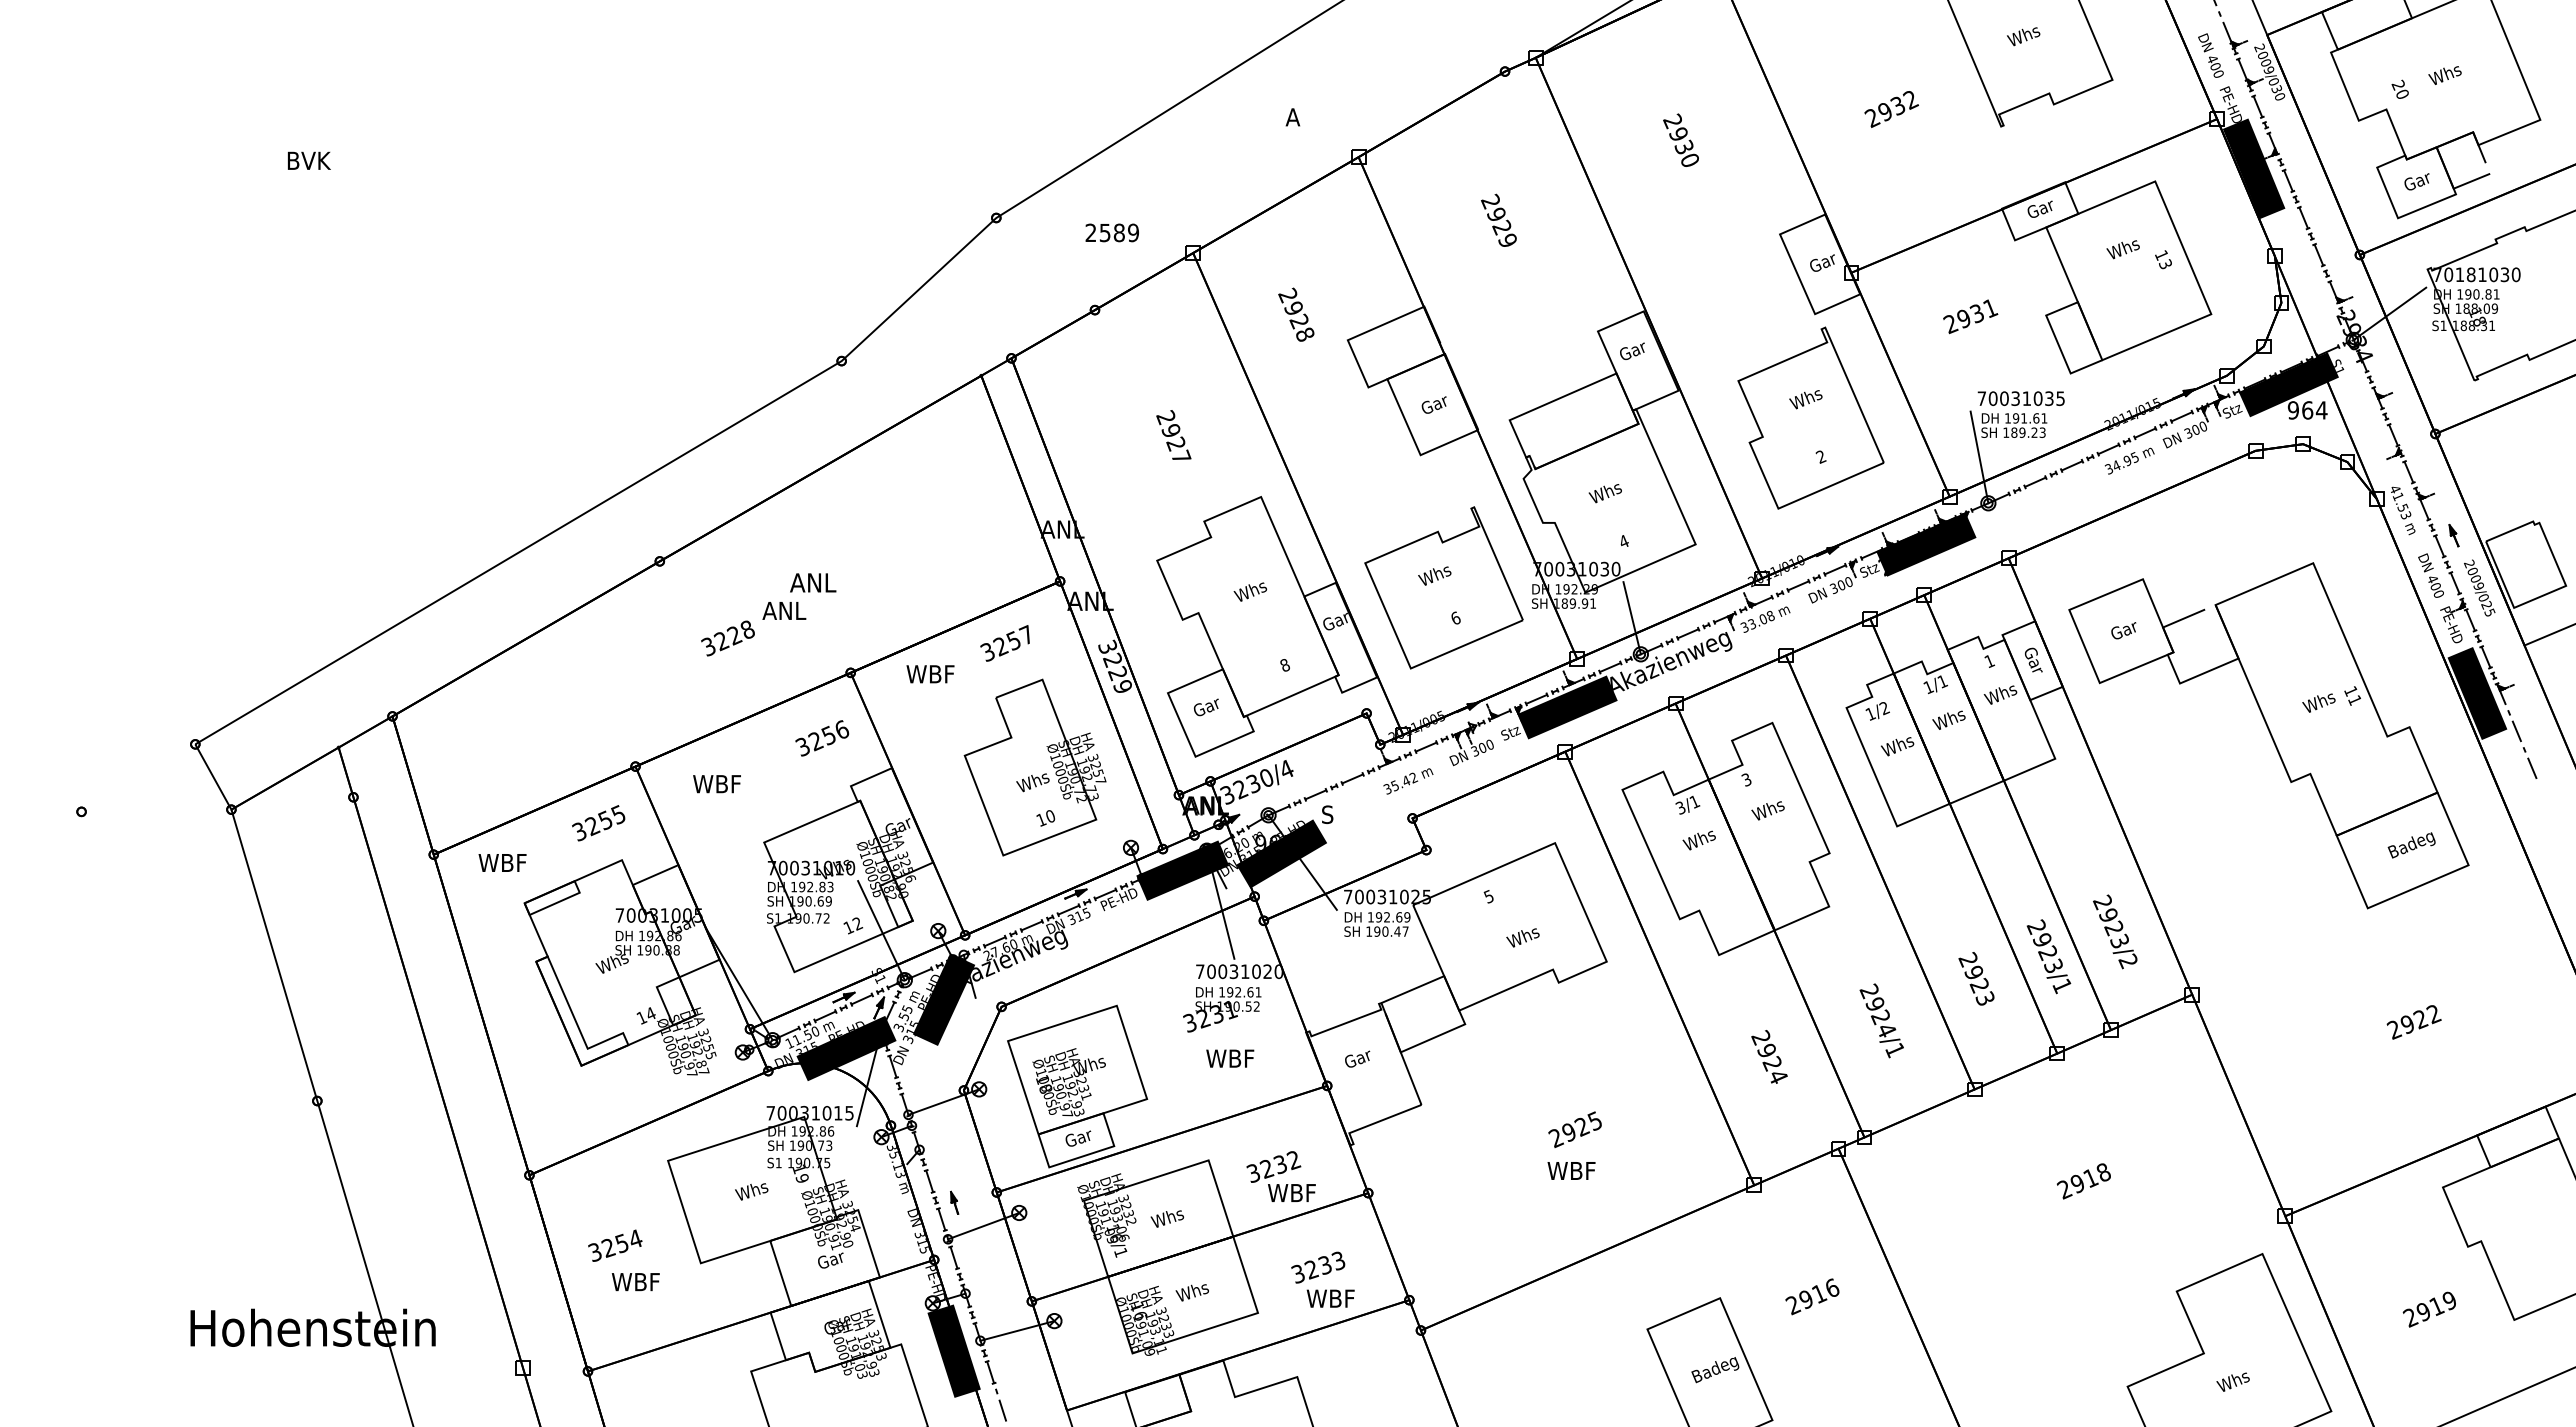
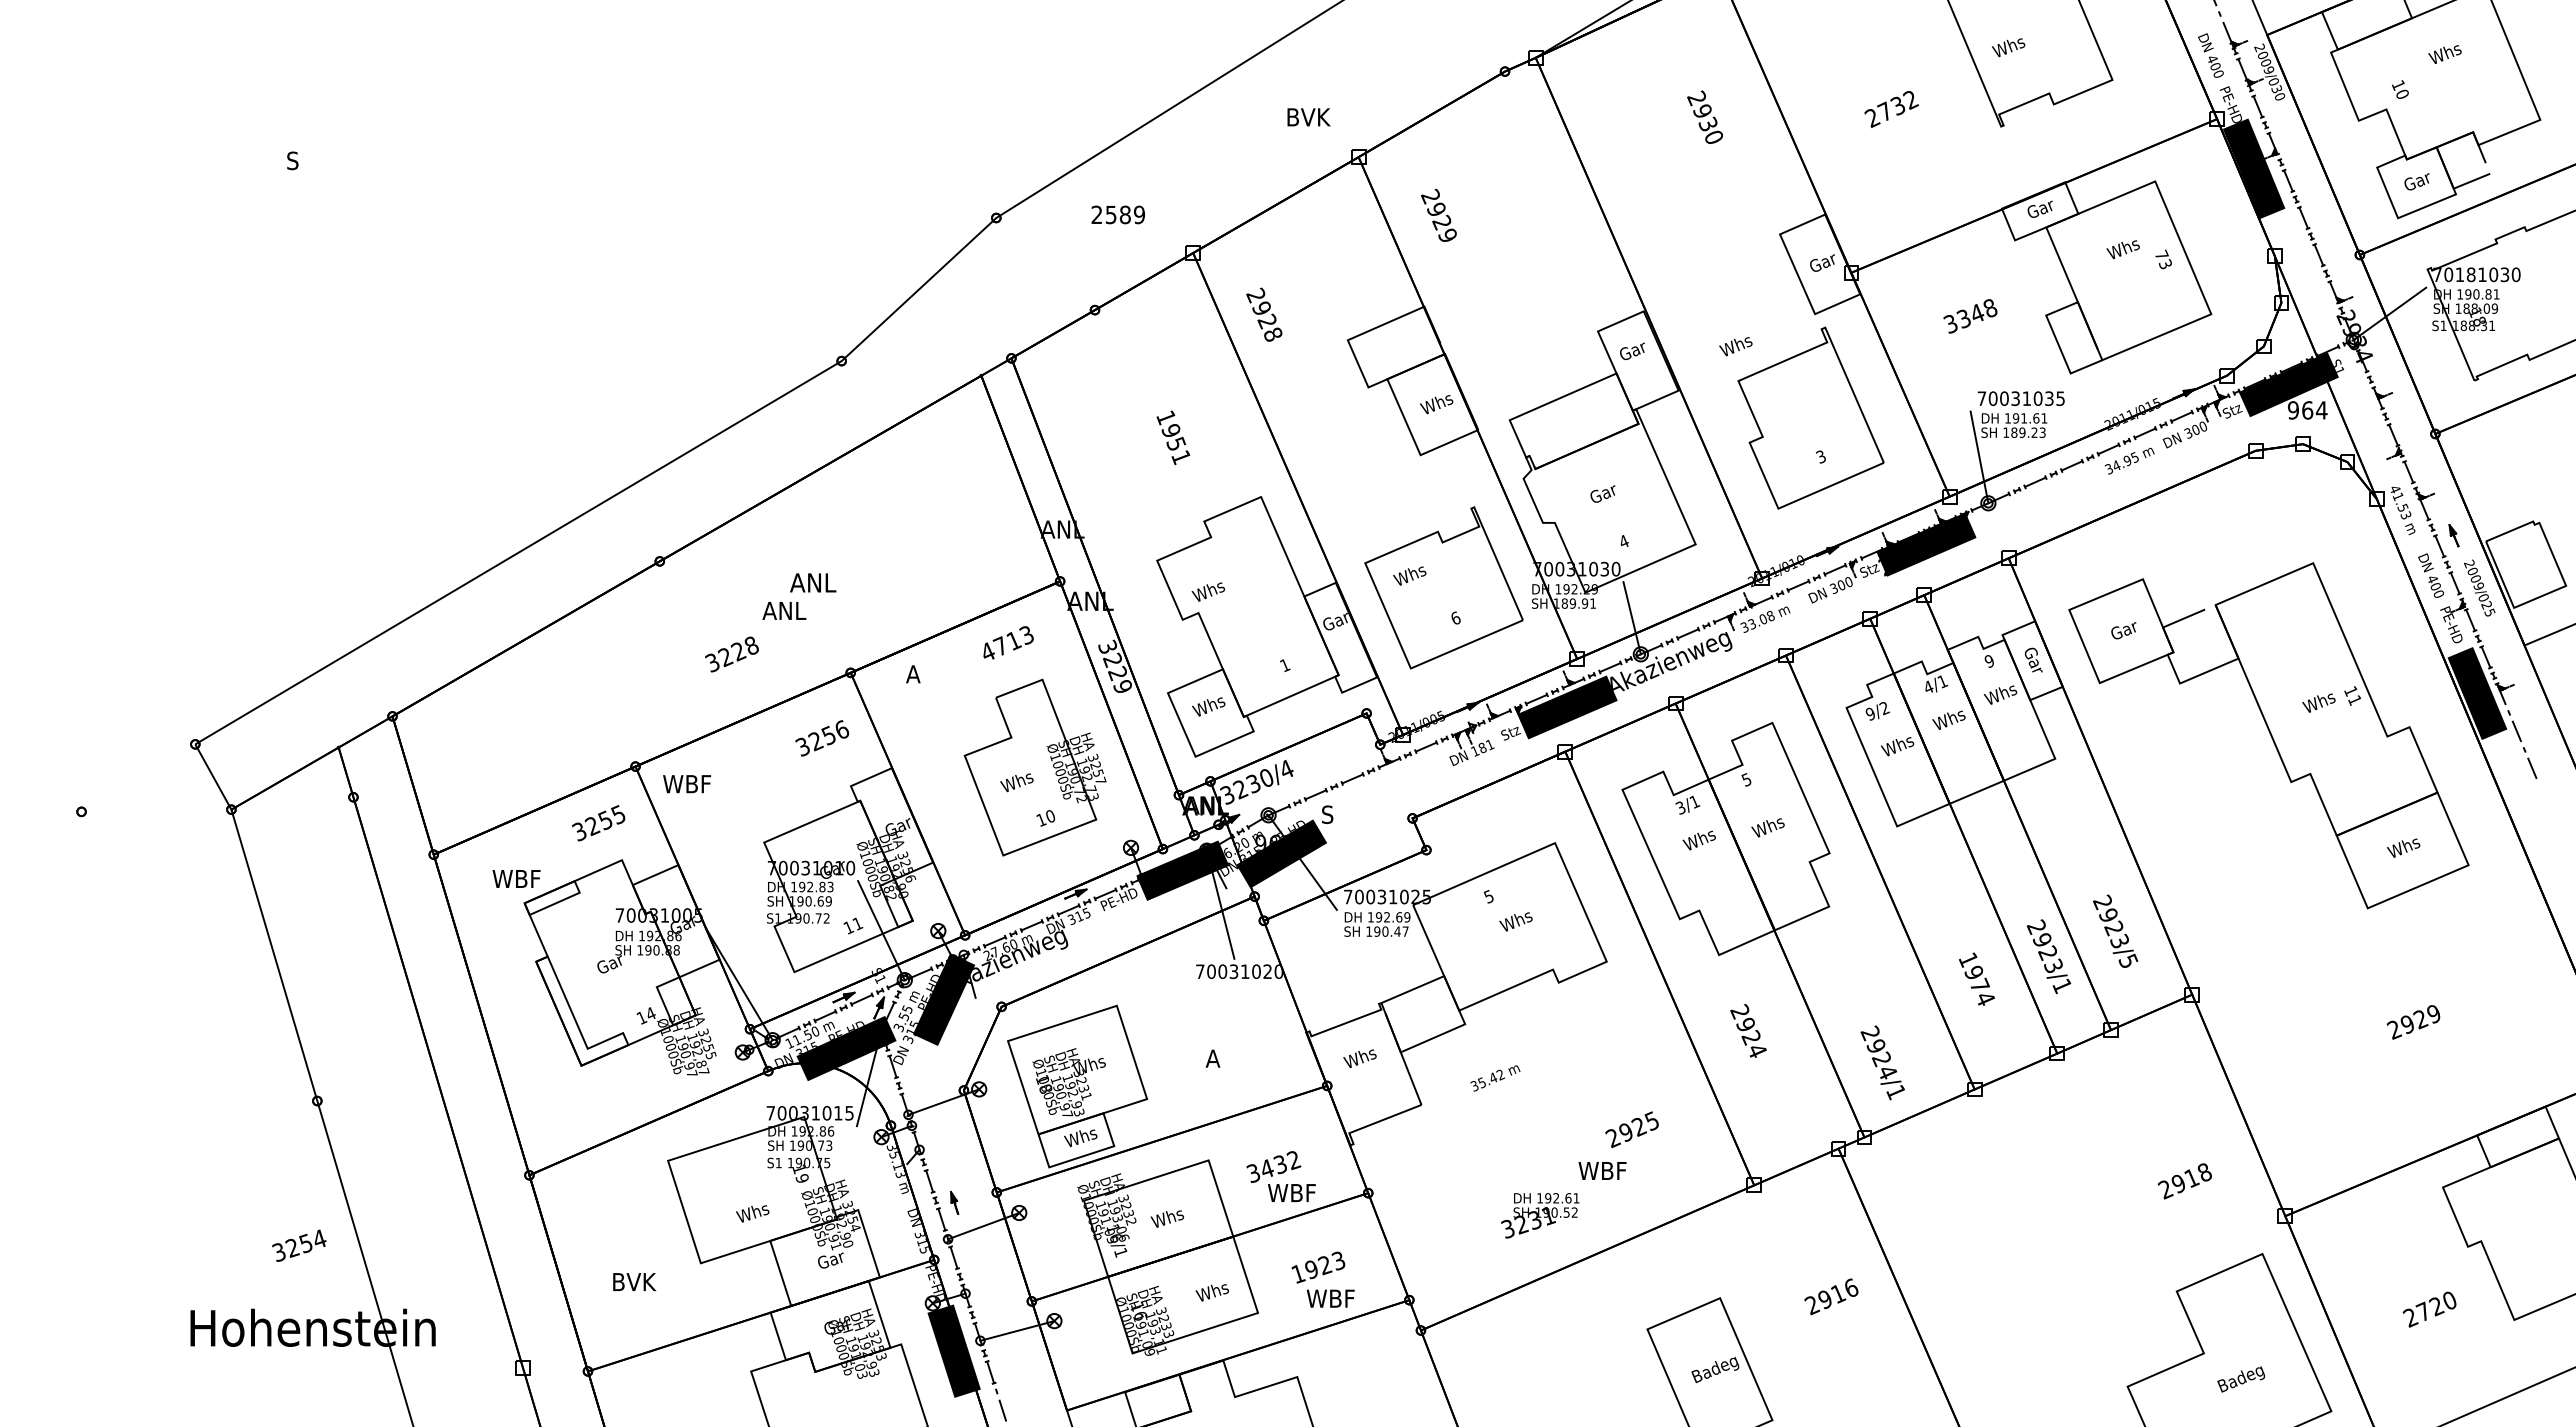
text at (2023, 36) position: (2023, 36) -> (2008, 47)
text at (2444, 75) position: (2444, 75) -> (2444, 54)
text at (2397, 84): 20 -> 10
text at (1884, 111): 2932 -> 2732
text at (1307, 117): A -> BVK
text at (1680, 139) position: (1680, 139) -> (1704, 116)
text at (308, 160): BVK -> S
text at (1498, 219) position: (1498, 219) -> (1438, 214)
text at (1111, 232) position: (1111, 232) -> (1117, 214)
text at (2161, 254): 13 -> 73
text at (1296, 314) position: (1296, 314) -> (1264, 314)
text at (1970, 316): 2931 -> 3348
text at (1805, 399) position: (1805, 399) -> (1735, 346)
text at (1436, 404): Gar -> Whs
text at (1173, 437): 2927 -> 1951
text at (1820, 456): 2 -> 3
text at (1604, 493): Whs -> Gar
text at (1434, 575) position: (1434, 575) -> (1409, 575)
text at (1250, 591) position: (1250, 591) -> (1208, 591)
text at (727, 638) position: (727, 638) -> (731, 654)
text at (1006, 643): 3257 -> 4713
text at (1989, 661): 1 -> 9
text at (1285, 665): 8 -> 1
text at (930, 674): WBF -> A
text at (1928, 687): 1/1 -> 4/1
text at (1208, 706): Gar -> Whs
text at (1870, 713): 1/2 -> 9/2
text at (1482, 747): 300 -> 181
text at (1746, 778): 3 -> 5
text at (1408, 781) position: (1408, 781) -> (1495, 1078)
text at (1032, 782) position: (1032, 782) -> (1016, 782)
text at (716, 784) position: (716, 784) -> (686, 784)
text at (1767, 810) position: (1767, 810) -> (1767, 827)
text at (2410, 845): Badeg -> Whs
text at (502, 862) position: (502, 862) -> (516, 878)
text at (834, 869): Whs -> Gar
text at (857, 923): 12 -> 11
text at (1522, 937) position: (1522, 937) -> (1515, 921)
text at (2128, 961): 2923/2 -> 2923/5
text at (611, 963): Whs -> Gar
text at (1976, 978): 2923 -> 1974
text at (1222, 1009) position: (1222, 1009) -> (1540, 1215)
text at (2433, 1015): 2922 -> 2929
text at (1881, 1020) position: (1881, 1020) -> (1882, 1062)
text at (1769, 1056) position: (1769, 1056) -> (1748, 1030)
text at (1229, 1058): WBF -> A
text at (1359, 1058): Gar -> Whs
text at (1574, 1129) position: (1574, 1129) -> (1631, 1129)
text at (1080, 1138): Gar -> Whs
text at (1266, 1168): 3232 -> 3432
text at (1571, 1170) position: (1571, 1170) -> (1602, 1170)
text at (2083, 1181) position: (2083, 1181) -> (2184, 1181)
text at (751, 1191) position: (751, 1191) -> (752, 1213)
text at (615, 1245) position: (615, 1245) -> (299, 1245)
text at (1311, 1269): 3233 -> 1923
text at (635, 1282): WBF -> BVK
text at (1191, 1292) position: (1191, 1292) -> (1211, 1292)
text at (1812, 1296) position: (1812, 1296) -> (1831, 1296)
text at (2435, 1306): 2919 -> 2720
text at (2240, 1379): Whs -> Badeg
